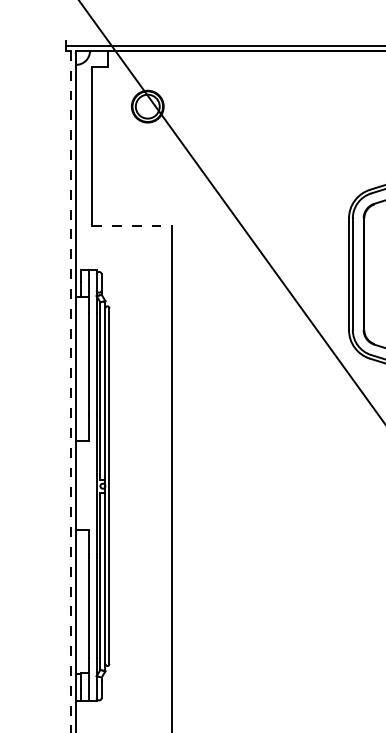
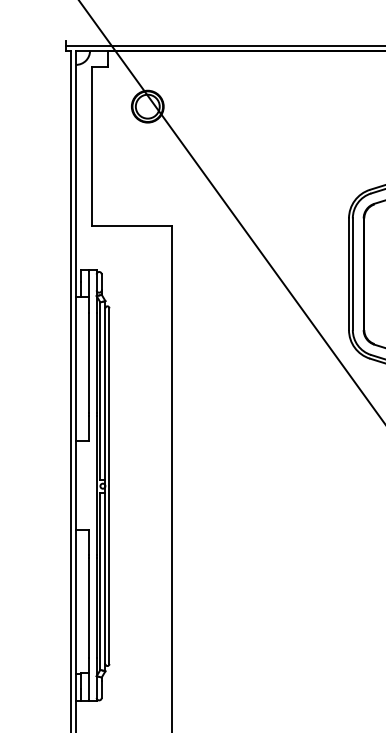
line at (131, 226): dashed -> solid
line at (71, 391): dashed -> solid
